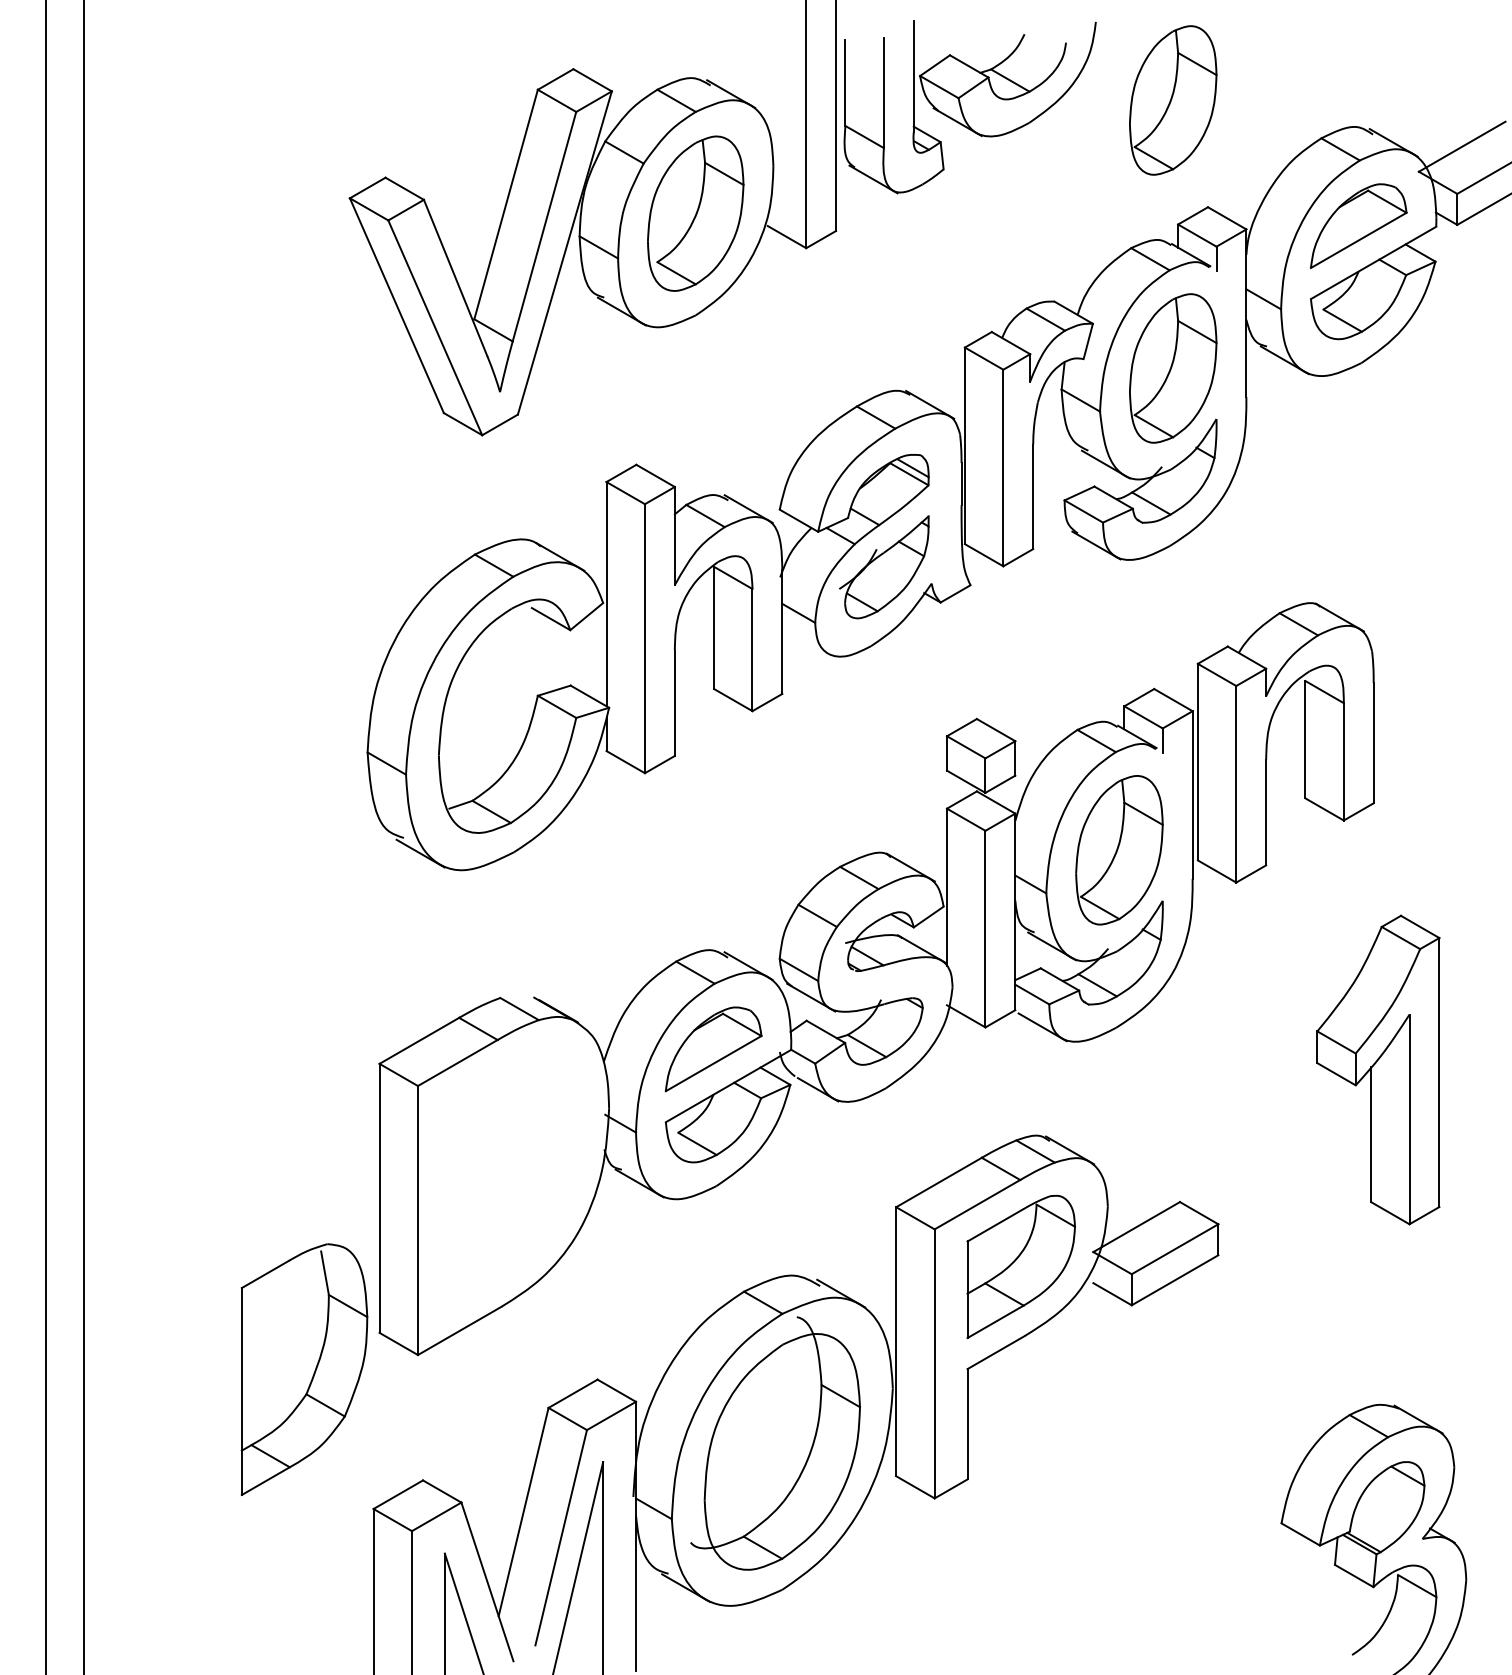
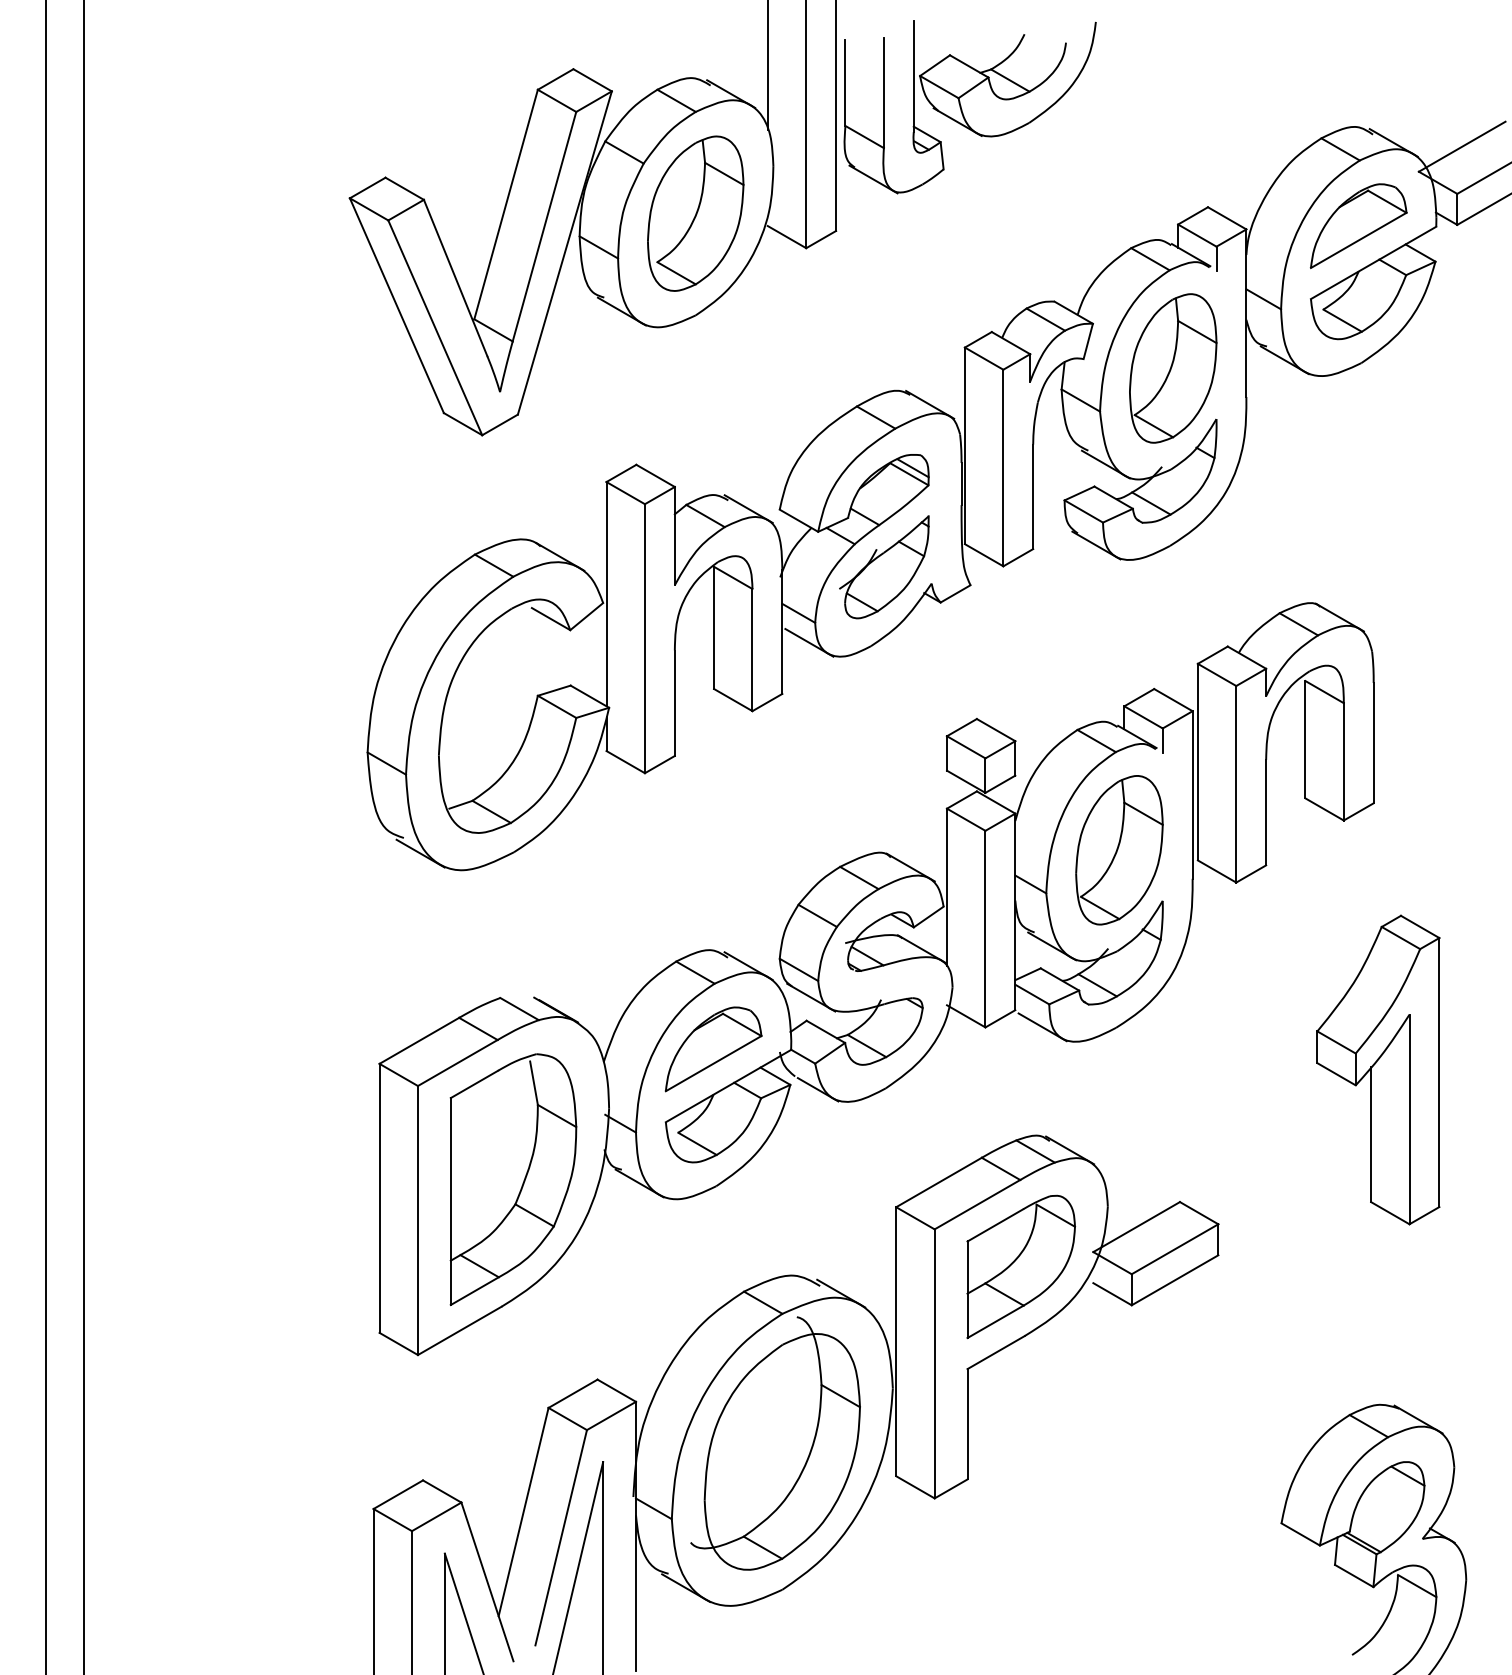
line at (767, 66): none -> present
part at (1173, 100): present -> none
line at (809, 642): none -> present
part at (304, 1369) position: (304, 1369) -> (513, 1179)
